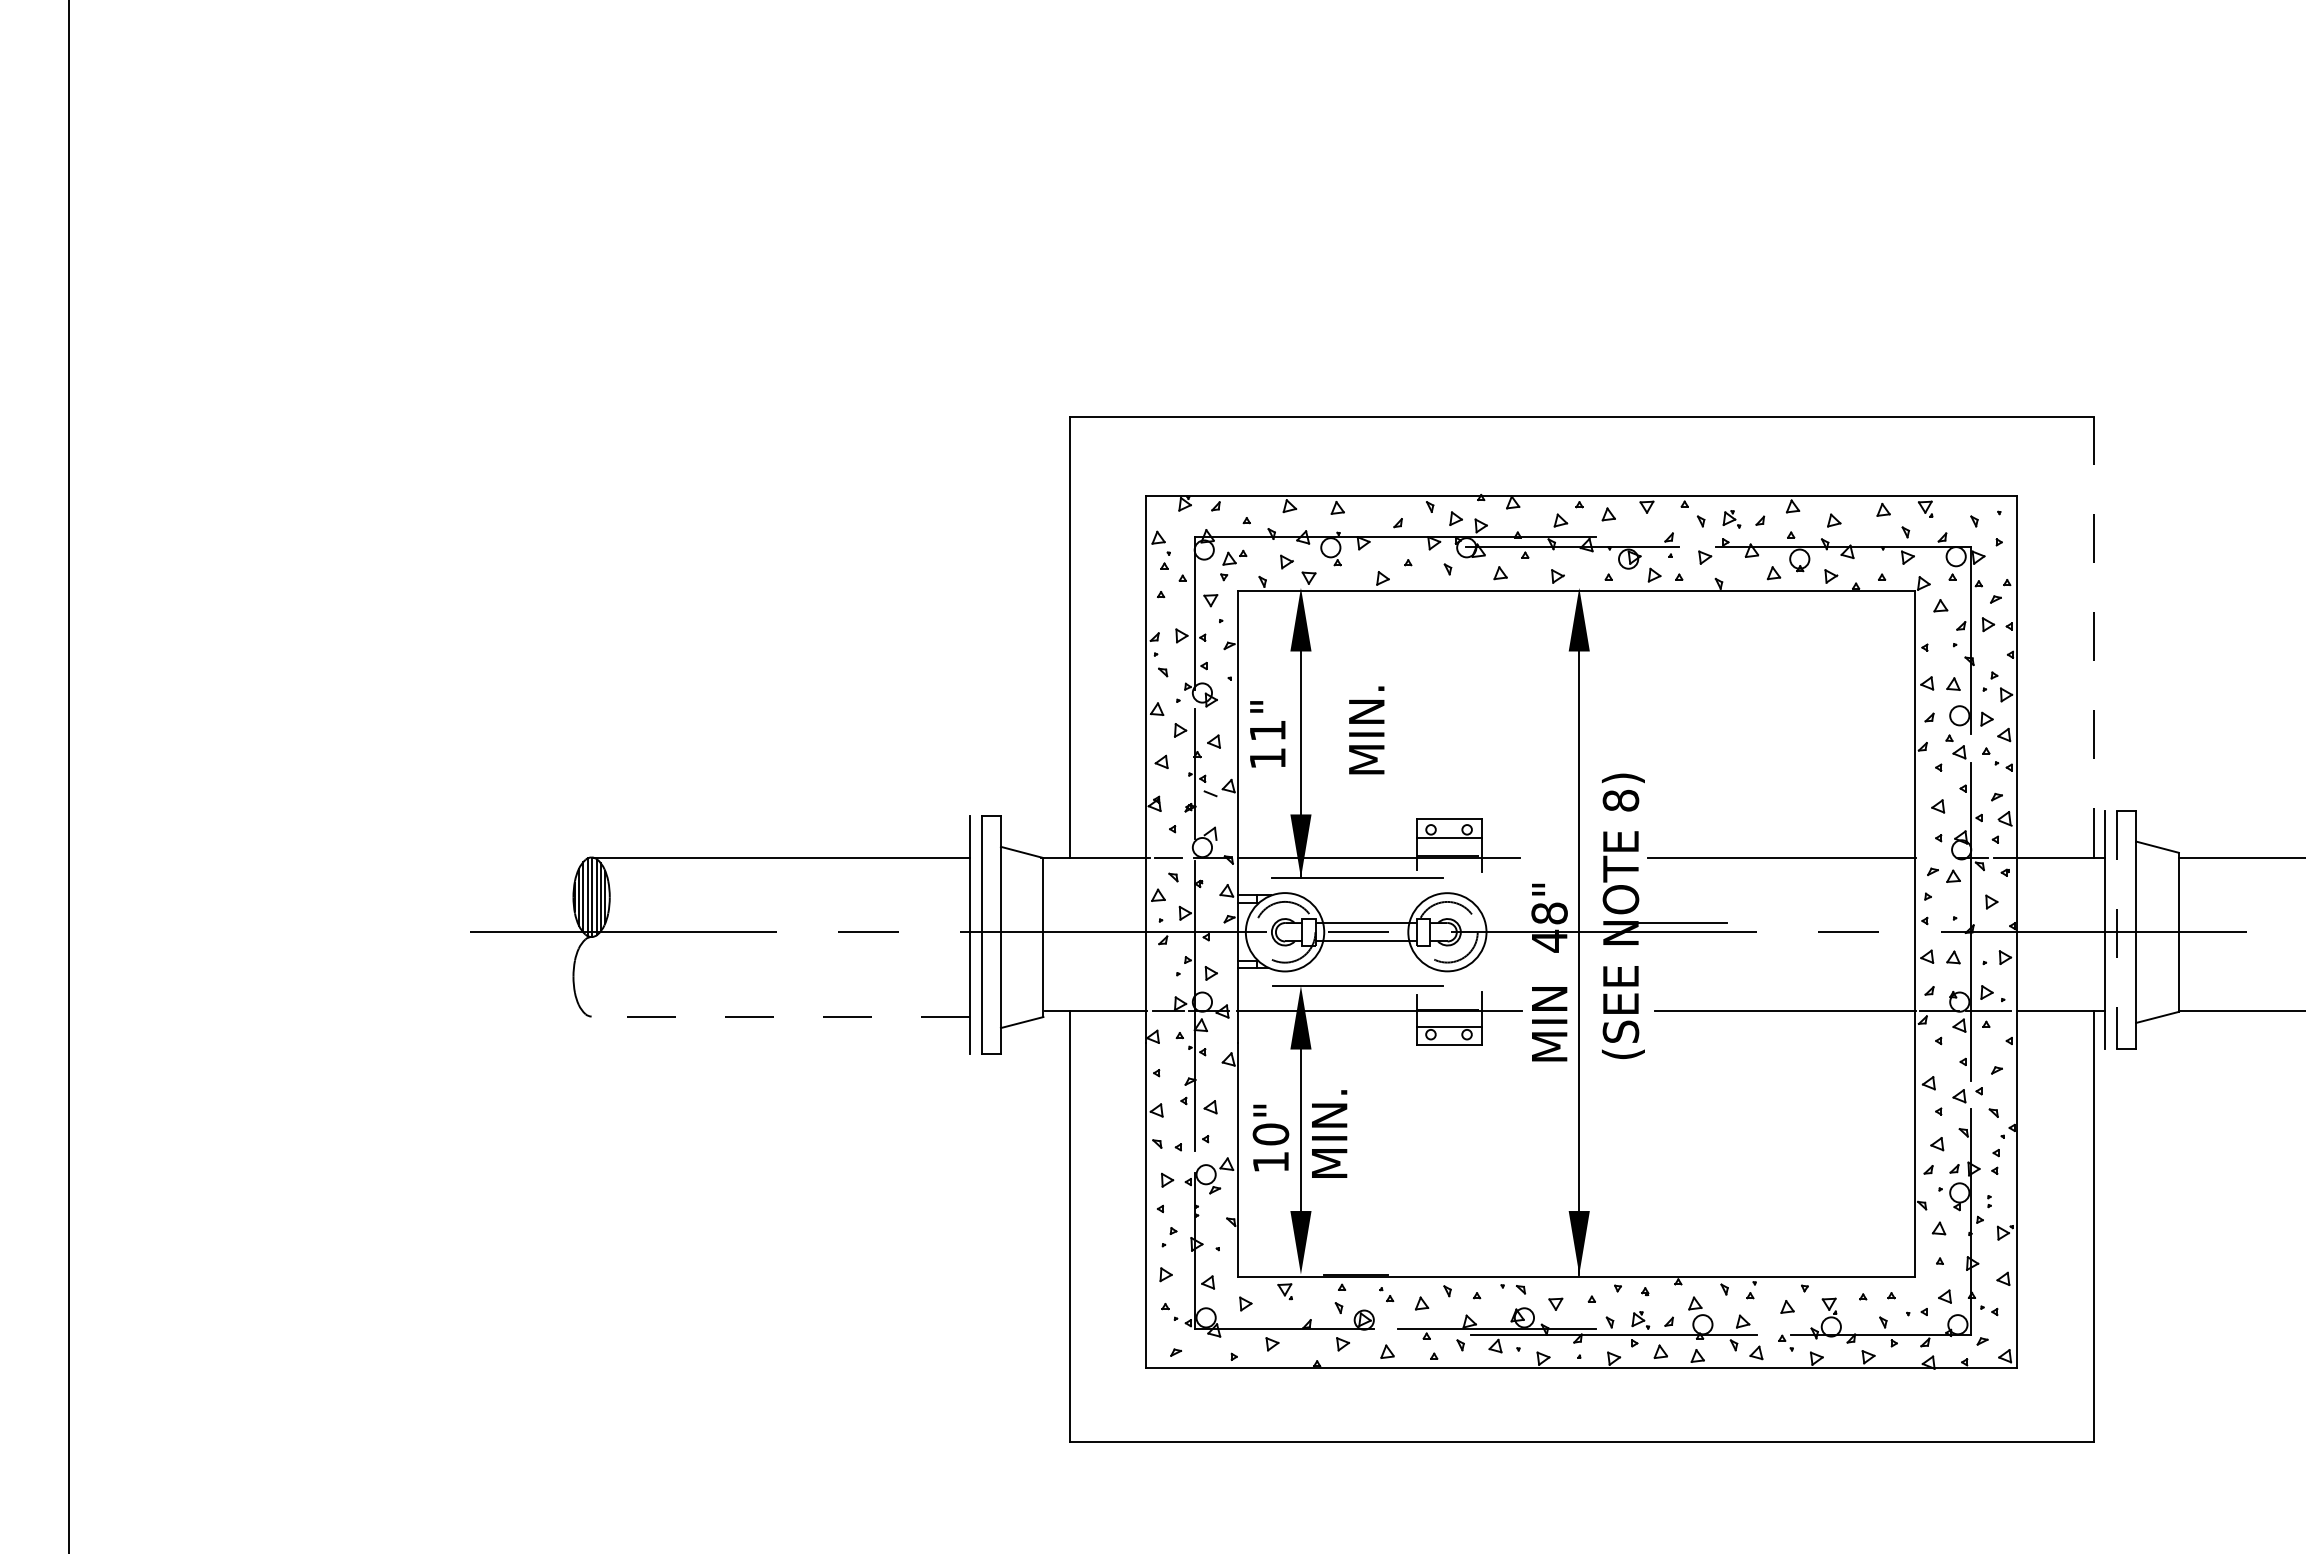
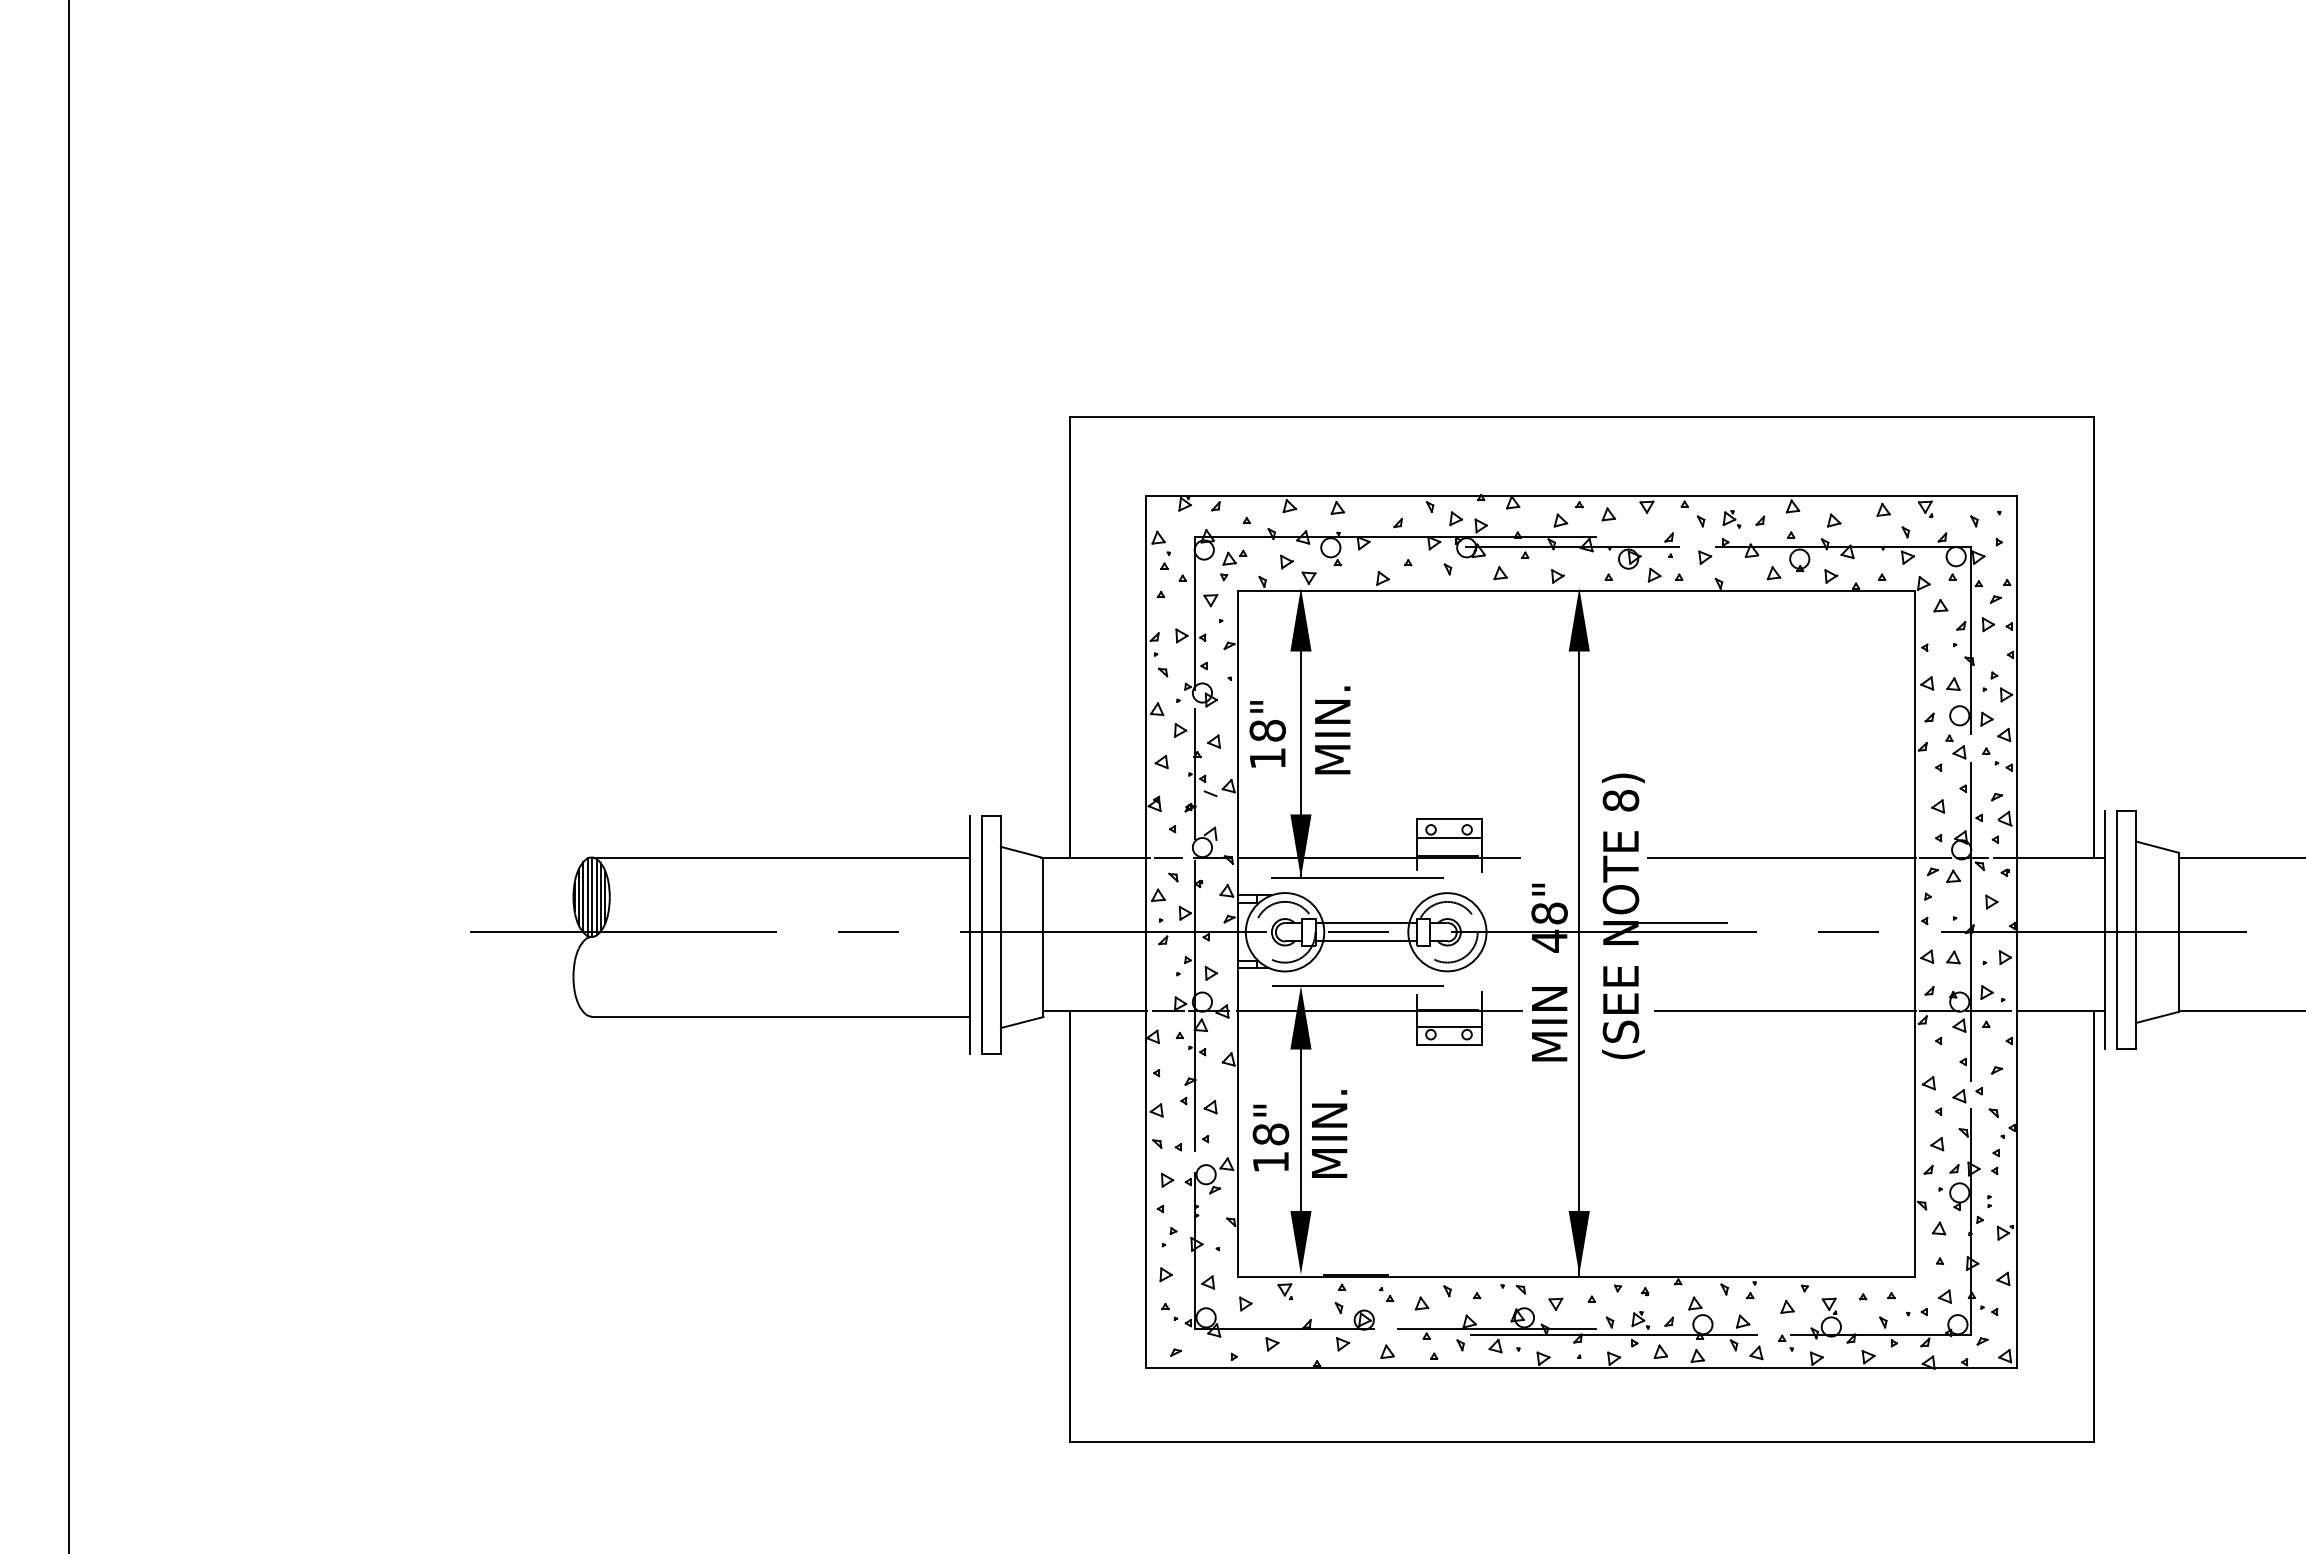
line at (2094, 636): dashed -> solid
text at (1267, 730): 11" -> 18"
text at (1366, 730) position: (1366, 730) -> (1332, 730)
line at (1934, 857): none -> present
line at (2117, 929): dashed -> solid
line at (780, 1016): dashed -> solid
text at (1270, 1134): 10" -> 18"
